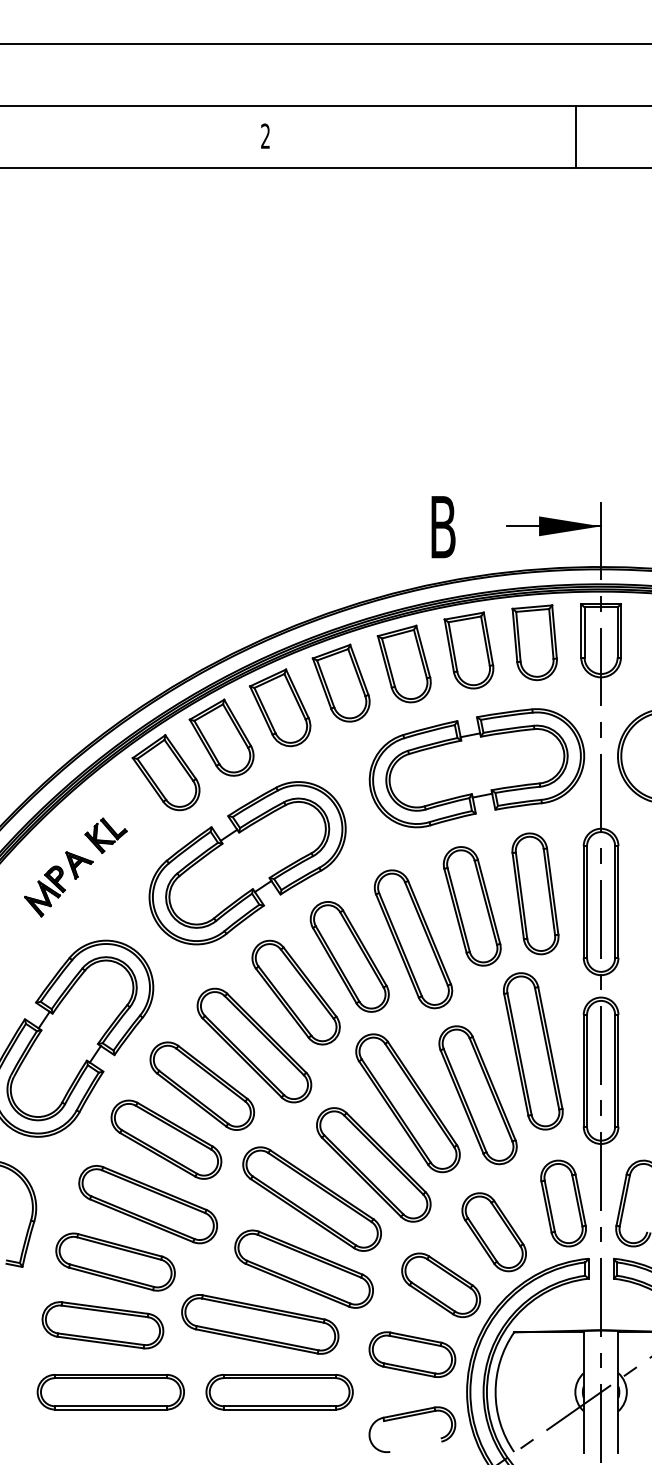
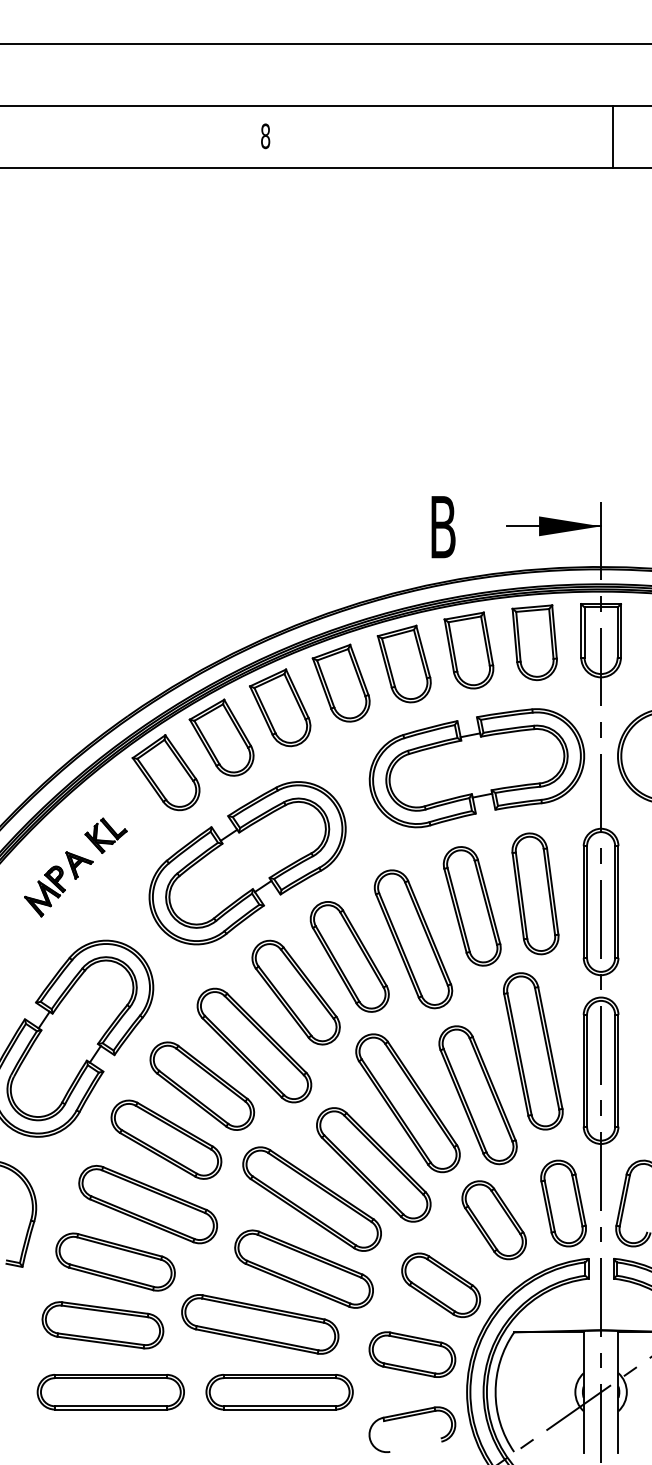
text at (265, 136): 2 -> 8
line at (575, 137) position: (575, 137) -> (612, 137)
part at (493, 1232) position: (493, 1232) -> (493, 1220)
